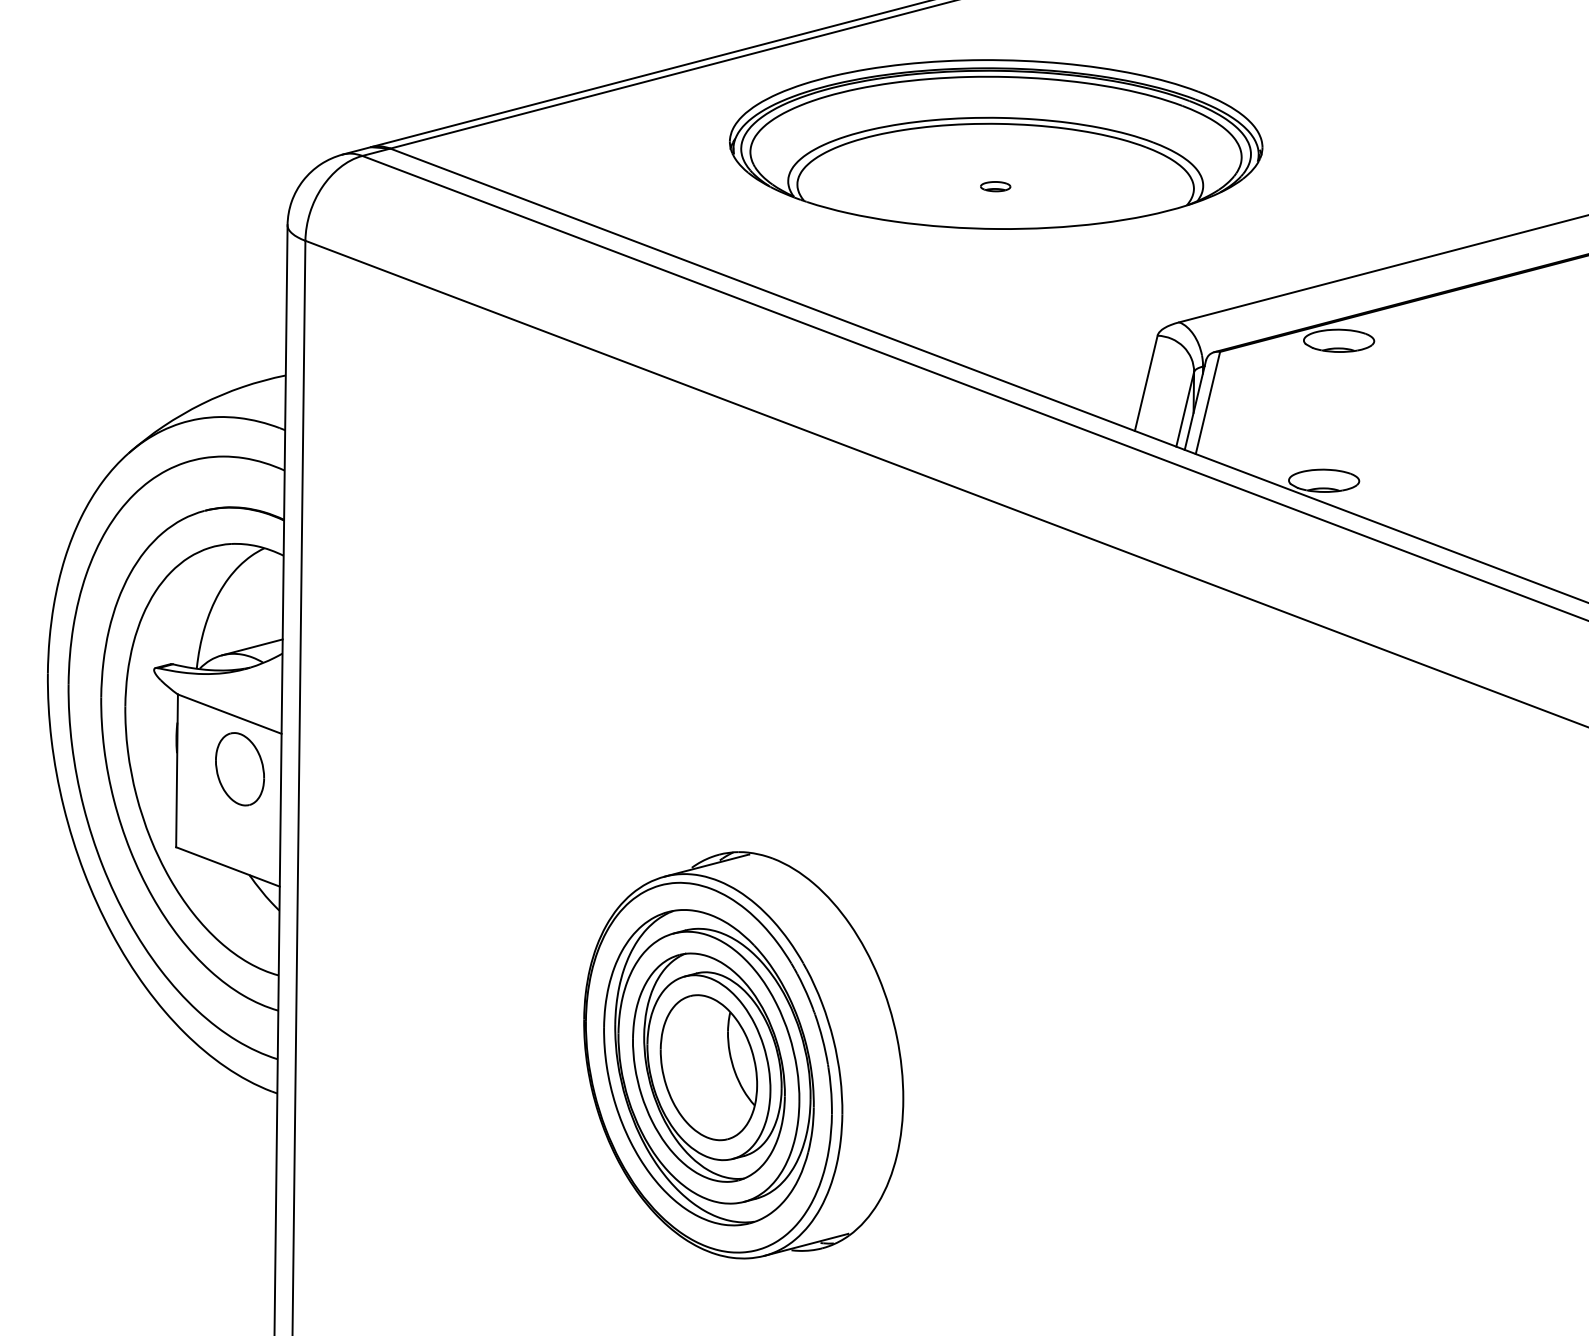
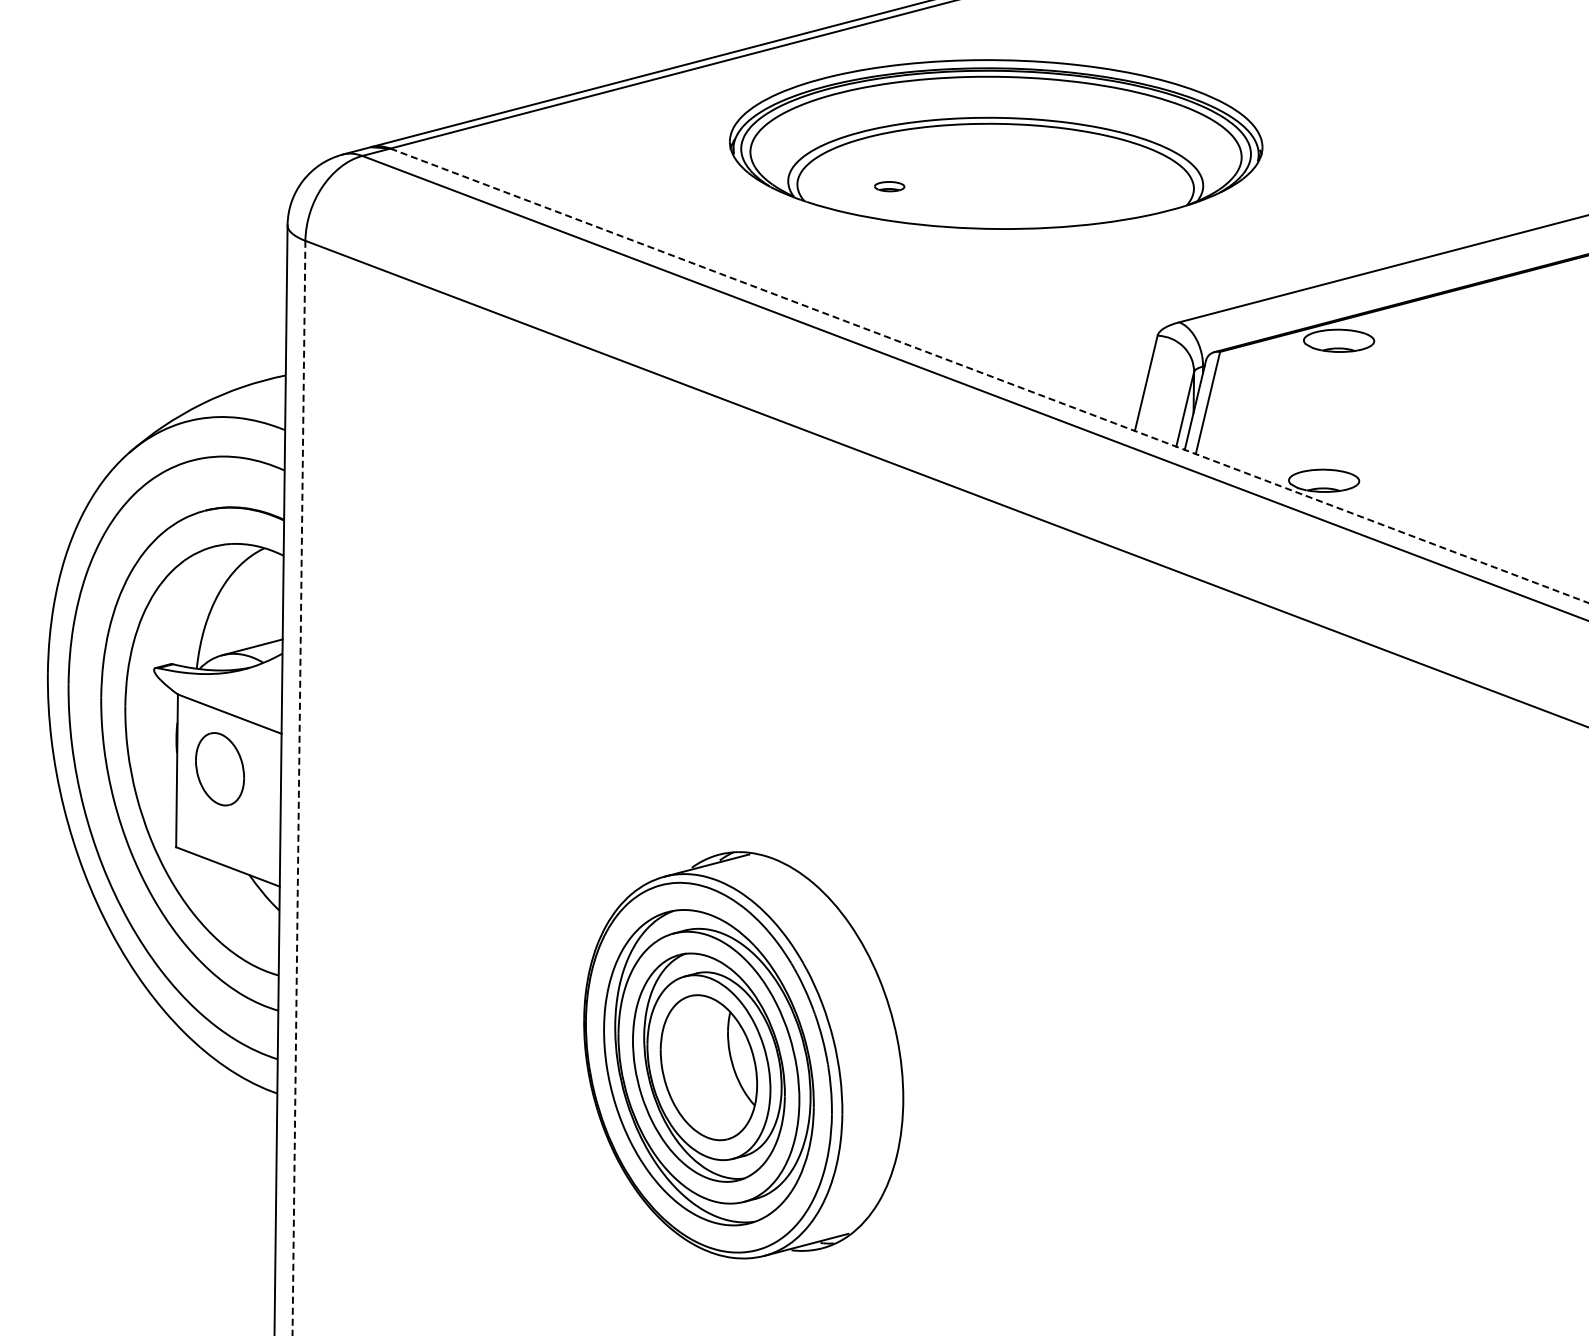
part at (995, 186) position: (995, 186) -> (889, 186)
line at (989, 375): solid -> dashed
part at (239, 769) position: (239, 769) -> (219, 769)
line at (298, 788): solid -> dashed
